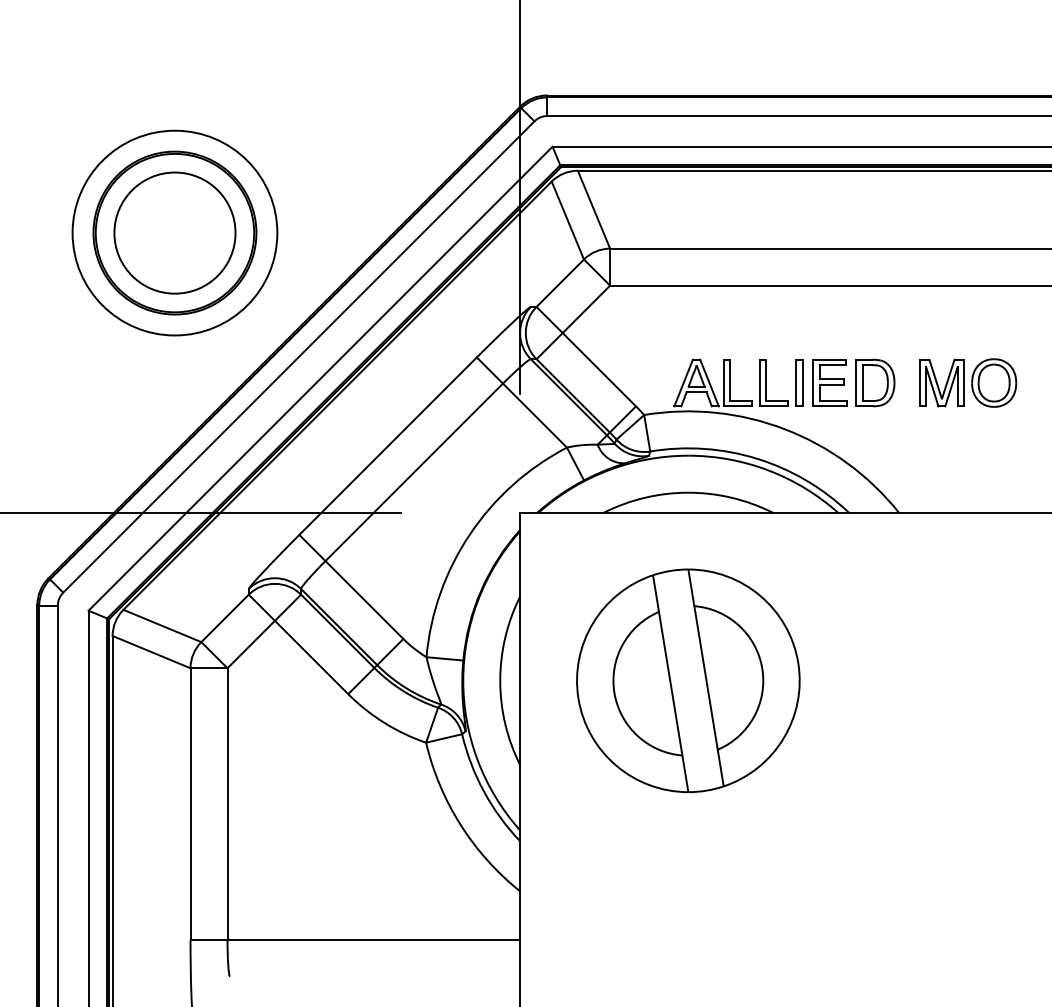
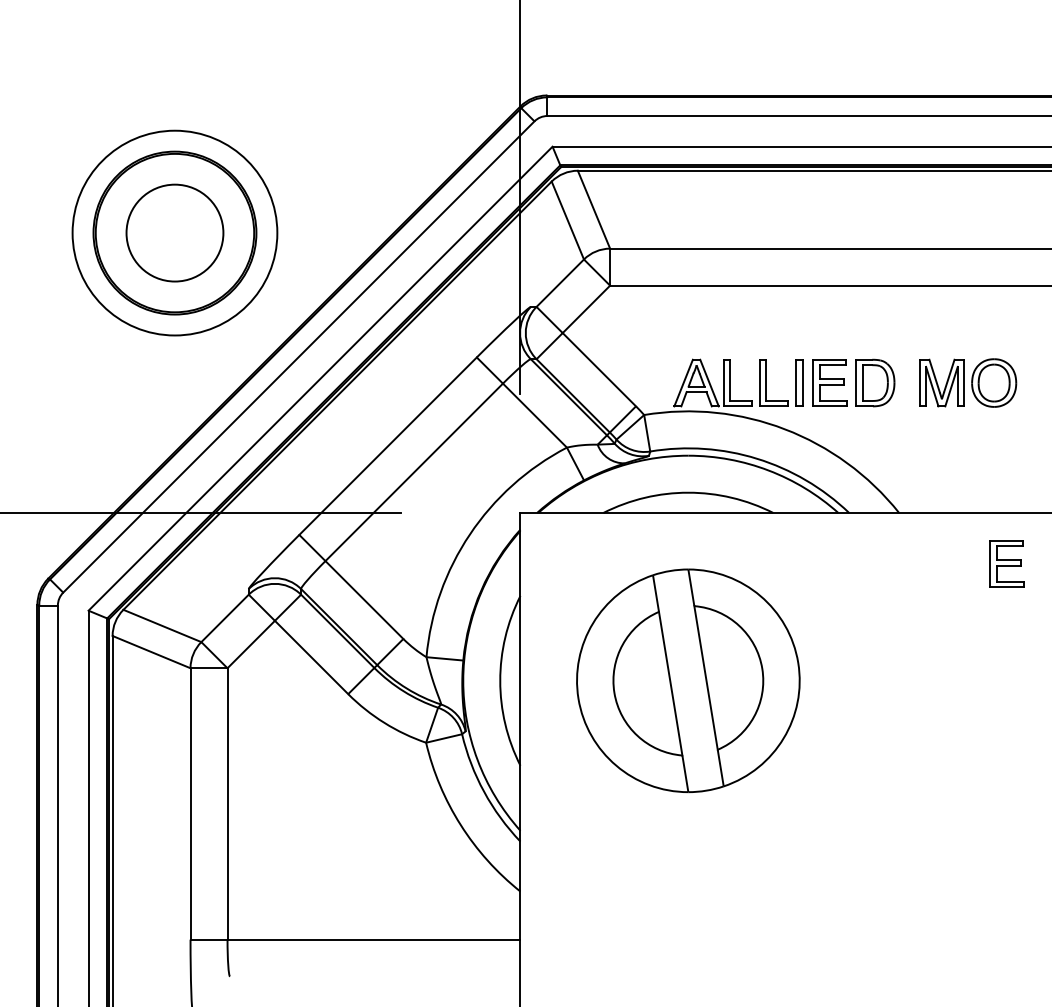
circle at (174, 232) diameter: 121 px -> 97 px
part at (1006, 563): none -> present
